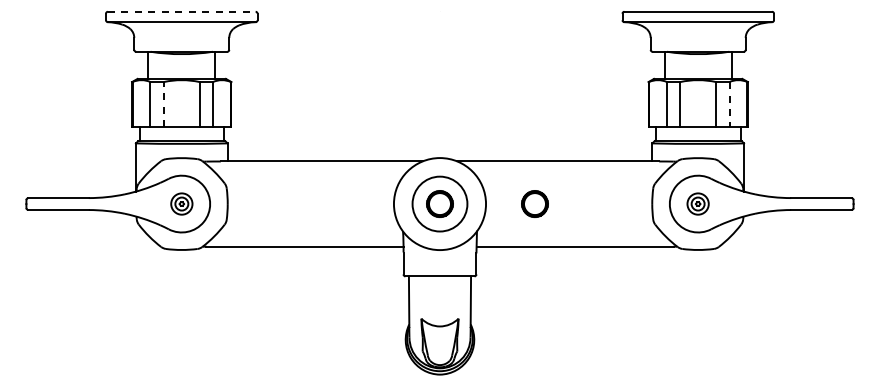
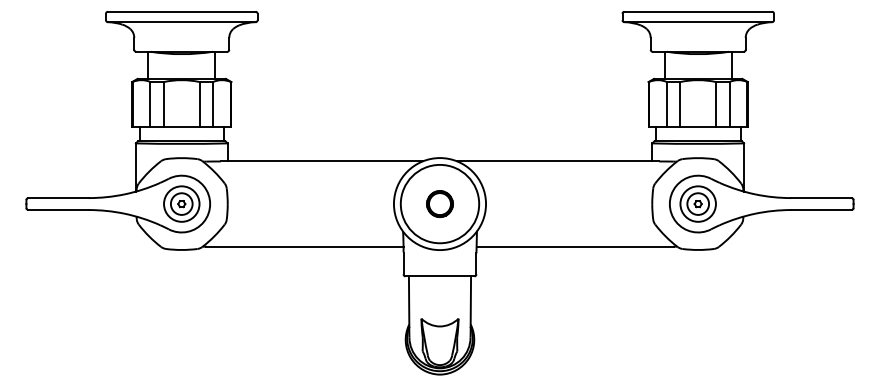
line at (181, 11): dashed -> solid
line at (164, 104): dashed -> solid
line at (729, 104): dashed -> solid
part at (181, 203) size: 24x24 px -> 38x38 px
circle at (439, 203) diameter: 55 px -> 78 px
part at (534, 203): present -> none
part at (697, 203) size: 24x24 px -> 38x38 px
